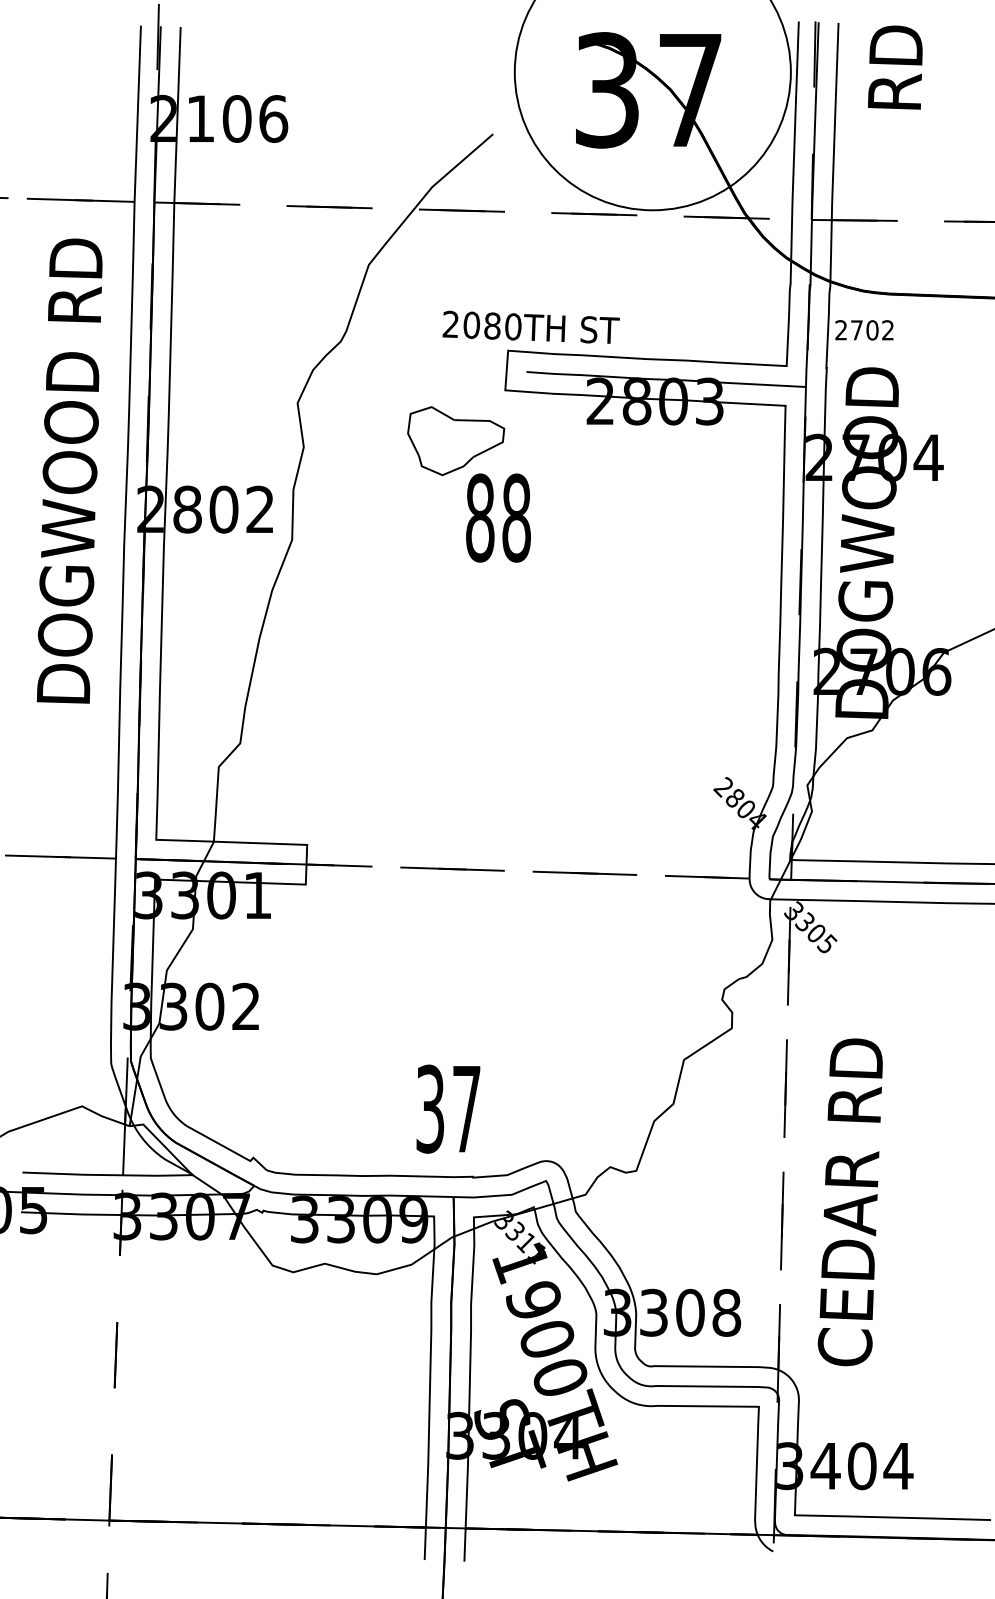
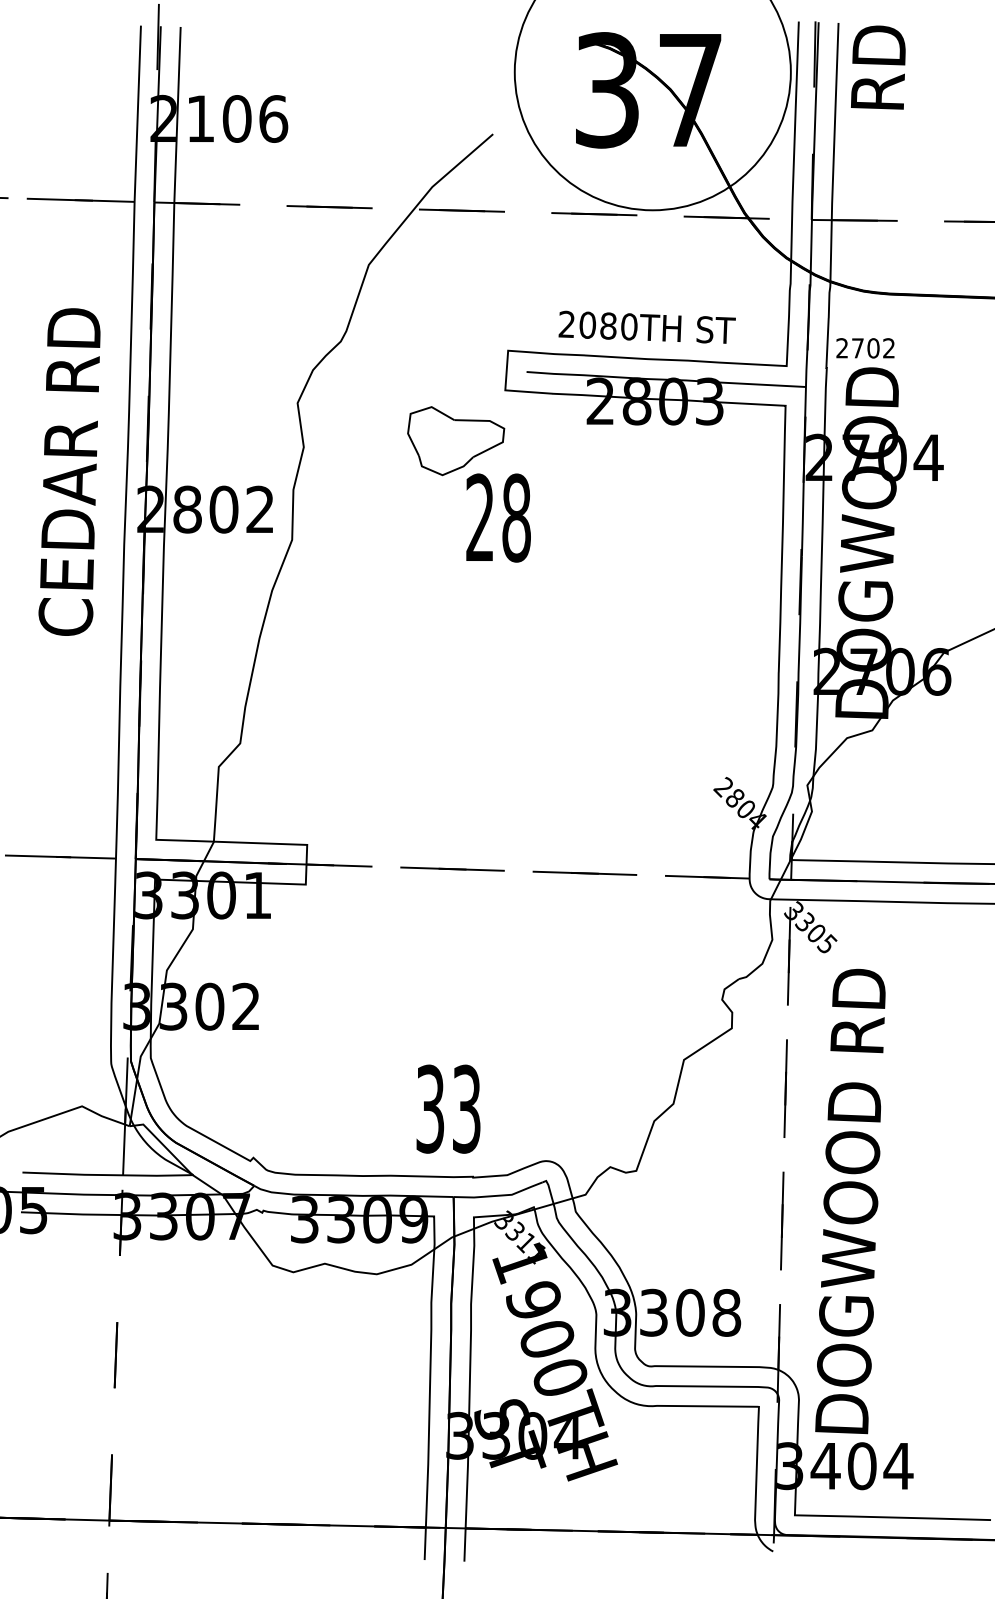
text at (895, 67) position: (895, 67) -> (878, 67)
text at (530, 326) position: (530, 326) -> (646, 326)
text at (864, 330) position: (864, 330) -> (865, 348)
text at (69, 470): DOGWOOD RD -> CEDAR RD
text at (480, 517): 88 -> 28
text at (466, 1108): 37 -> 33
text at (850, 1201): CEDAR RD -> DOGWOOD RD
